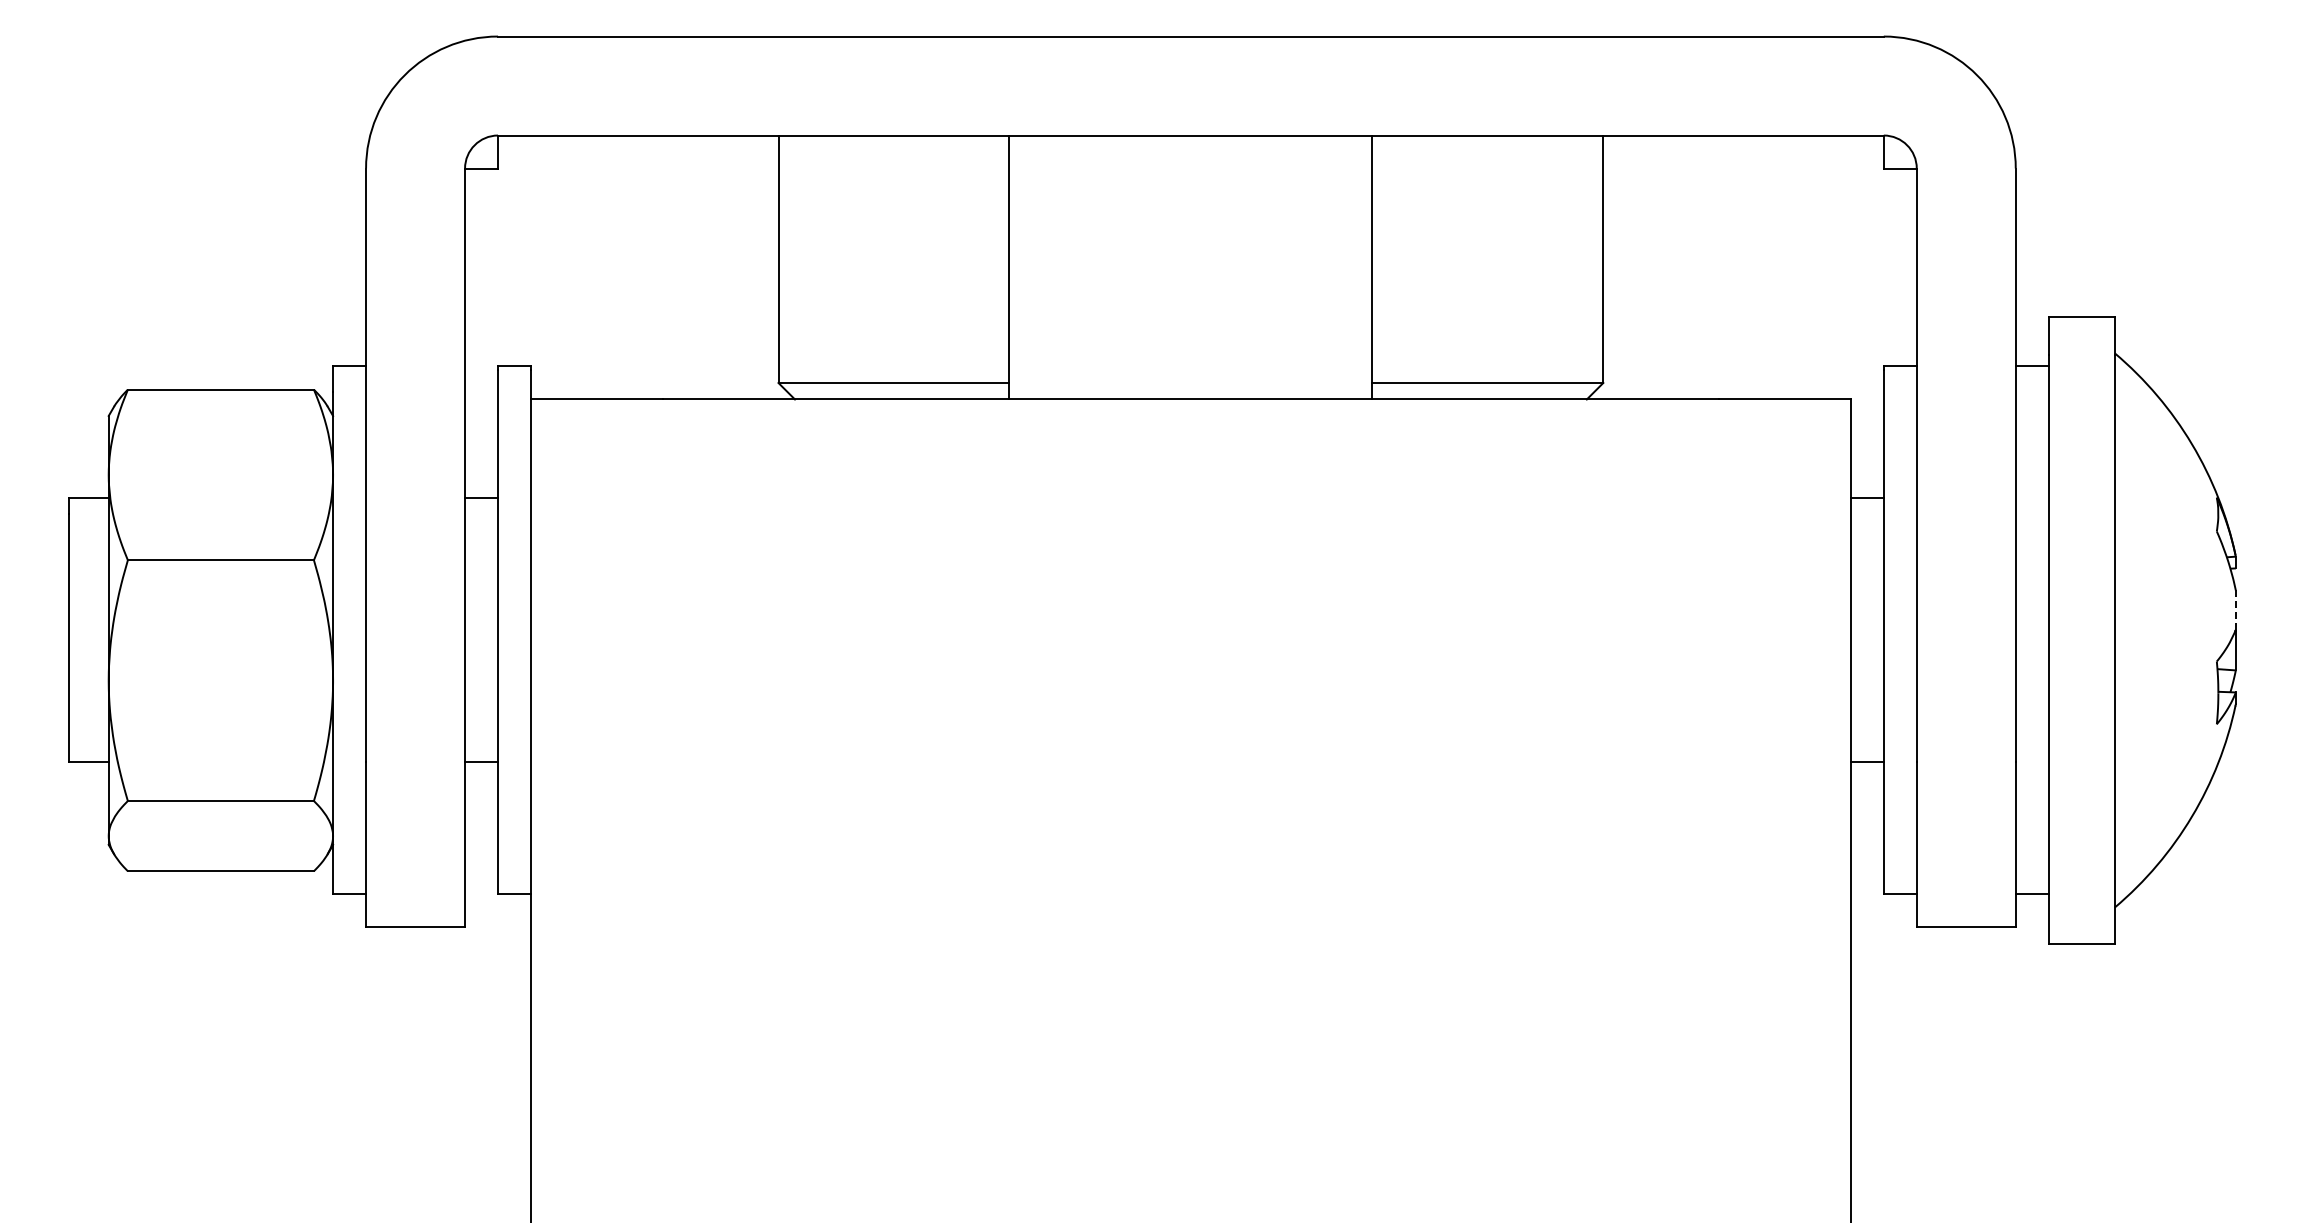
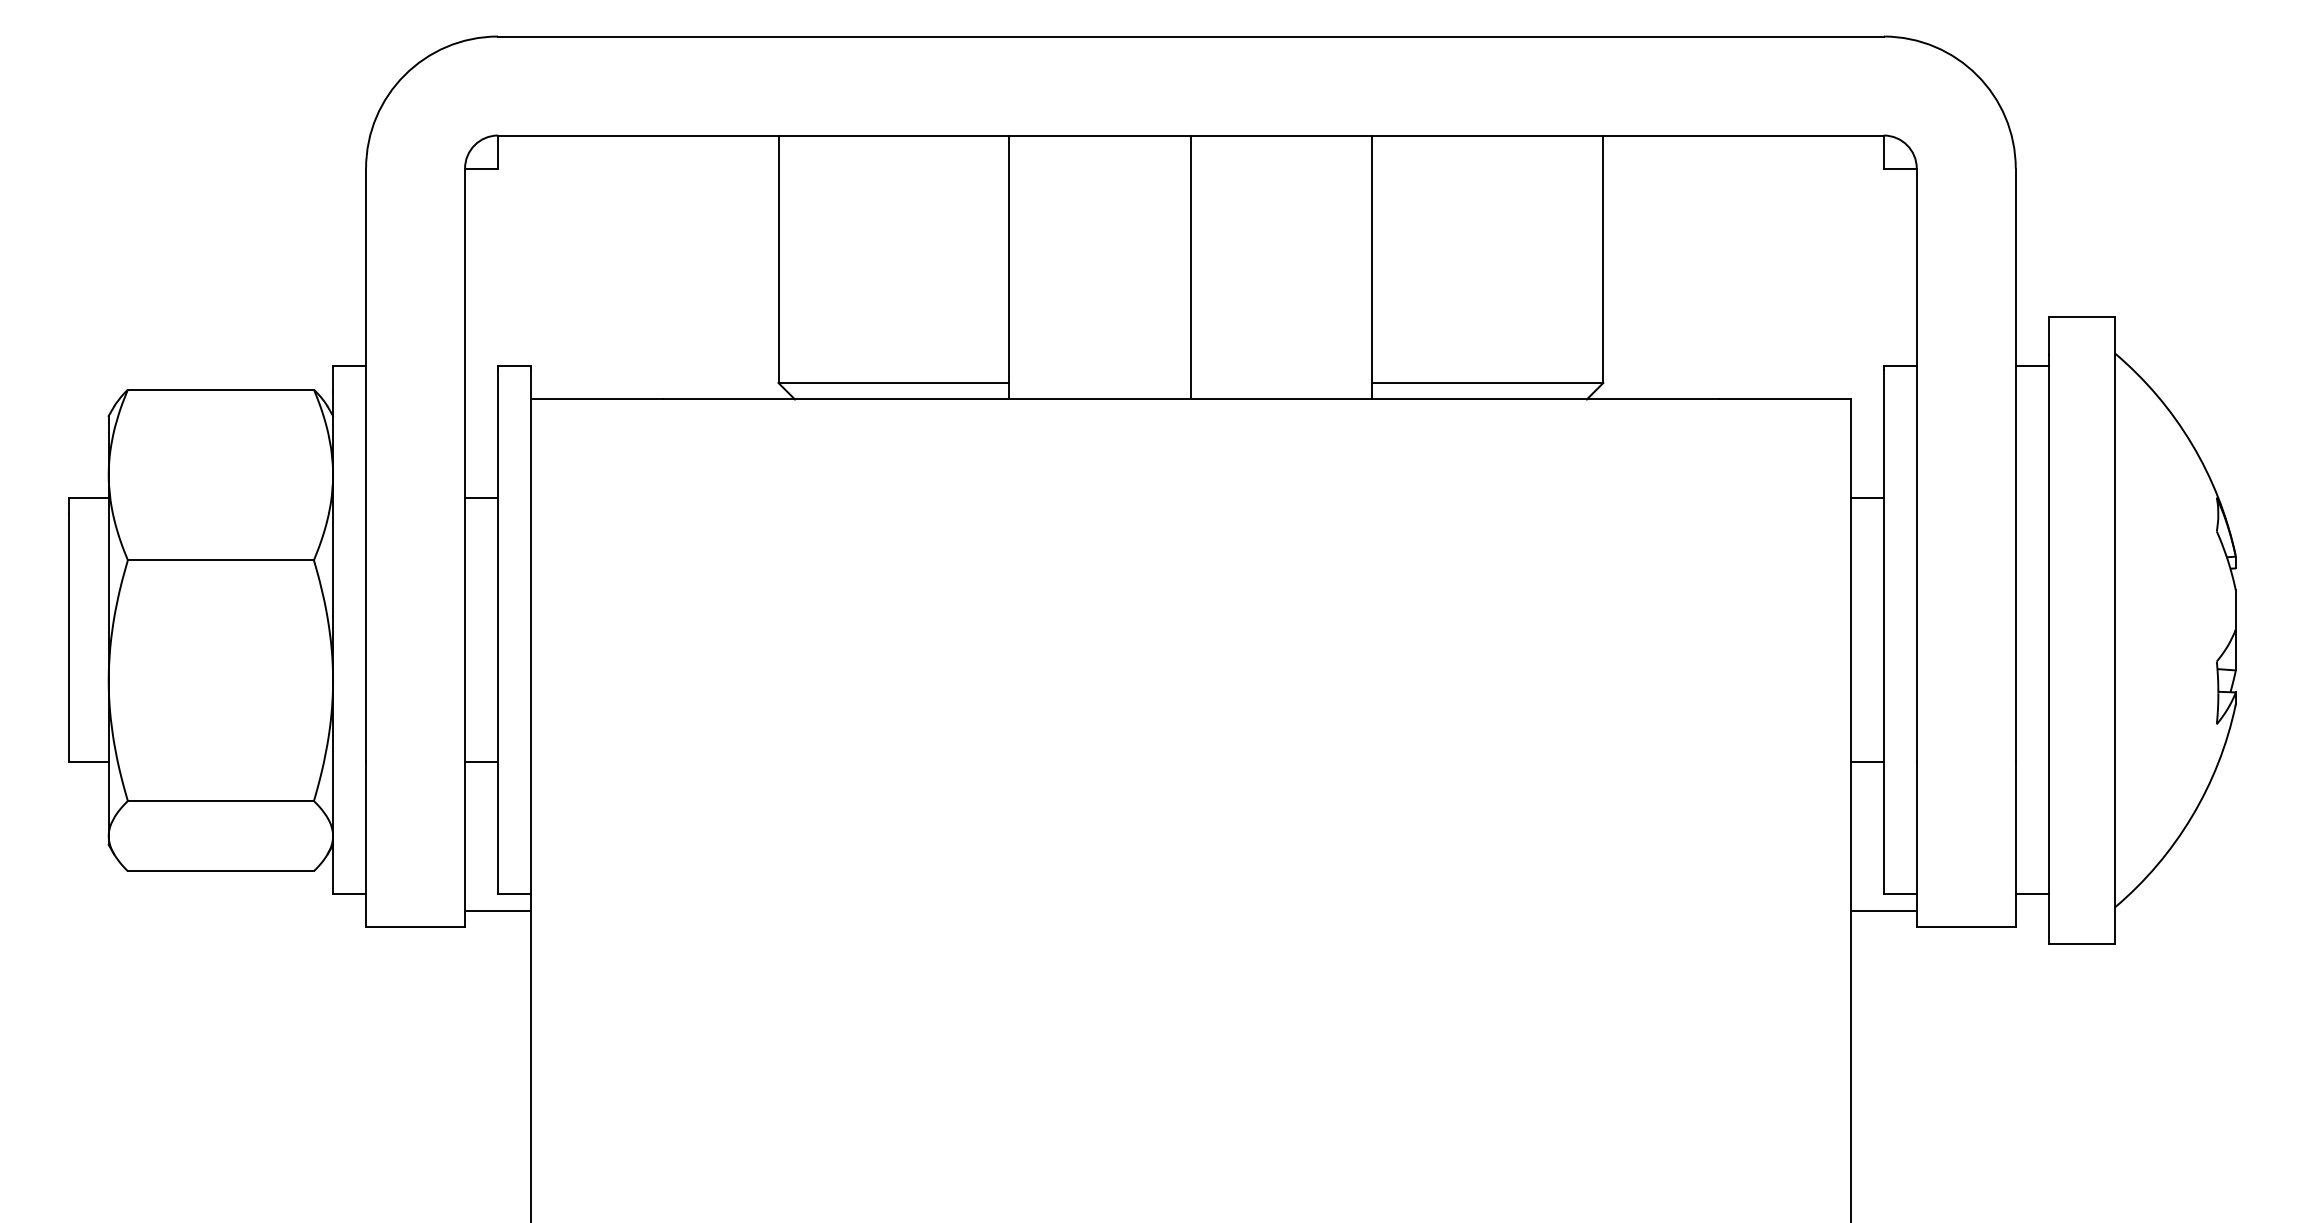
line at (1190, 267): none -> present
line at (2235, 610): dashed -> solid
line at (498, 910): none -> present
line at (1883, 910): none -> present
